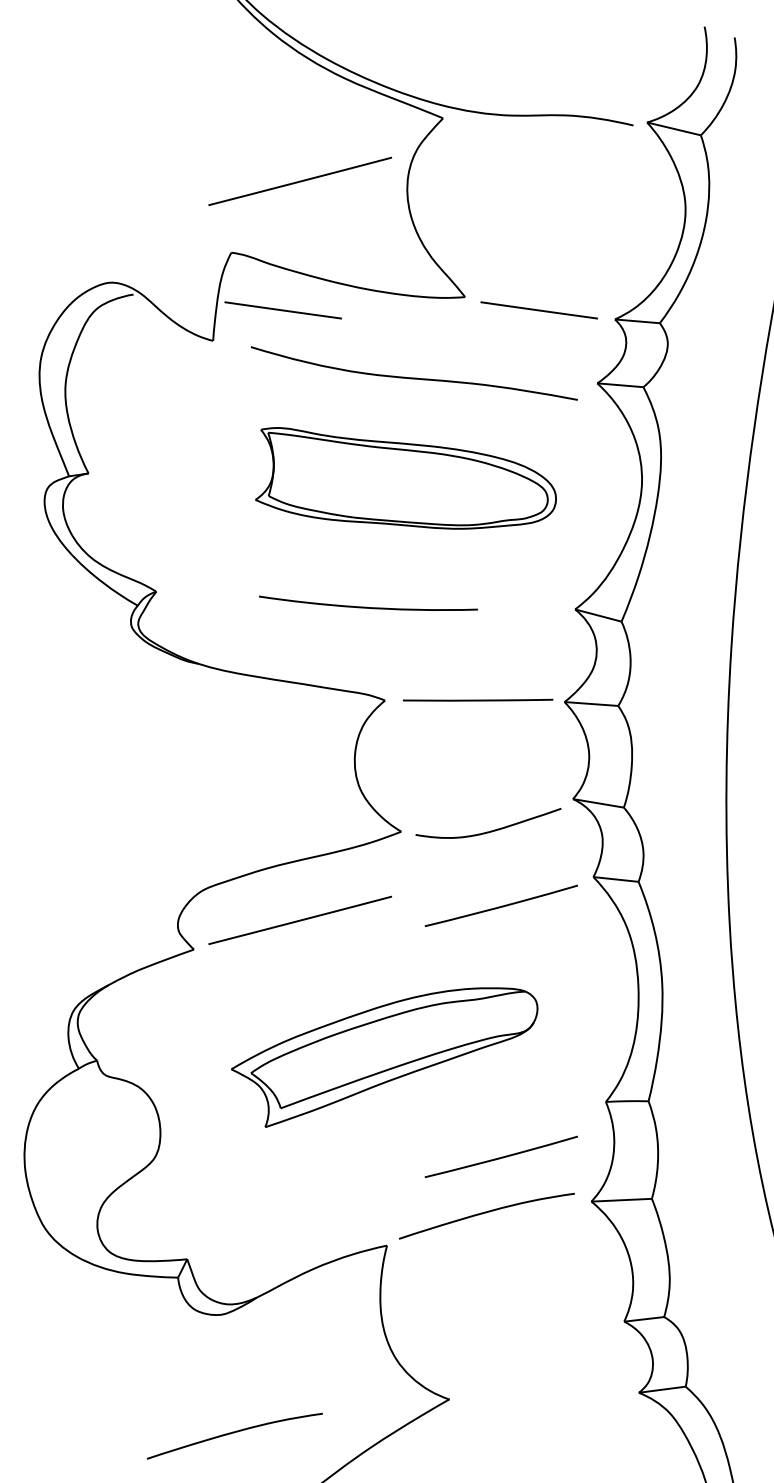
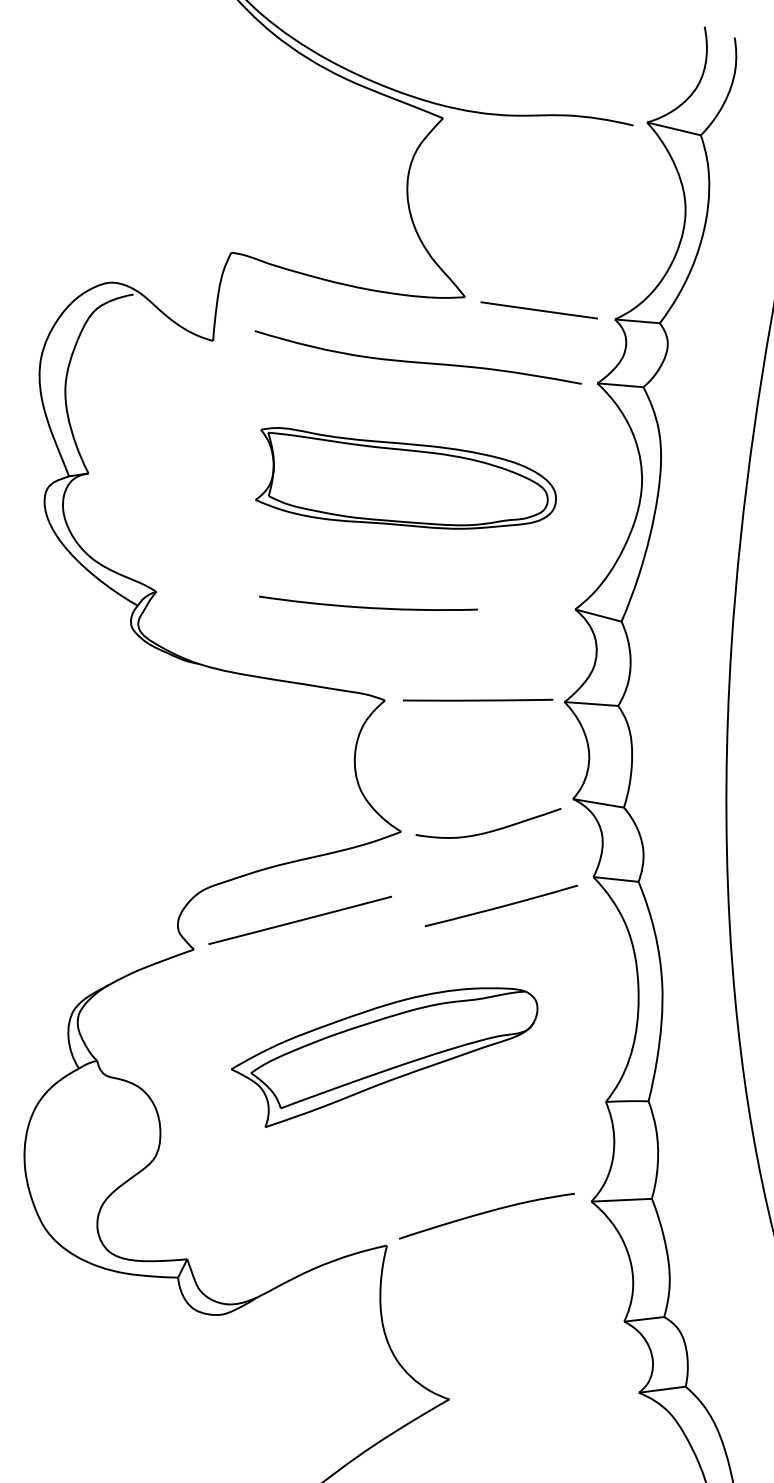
line at (300, 180): present -> none
line at (282, 310): present -> none
curve at (413, 377) position: (413, 377) -> (417, 361)
line at (501, 1156): present -> none
curve at (234, 1433): present -> none
